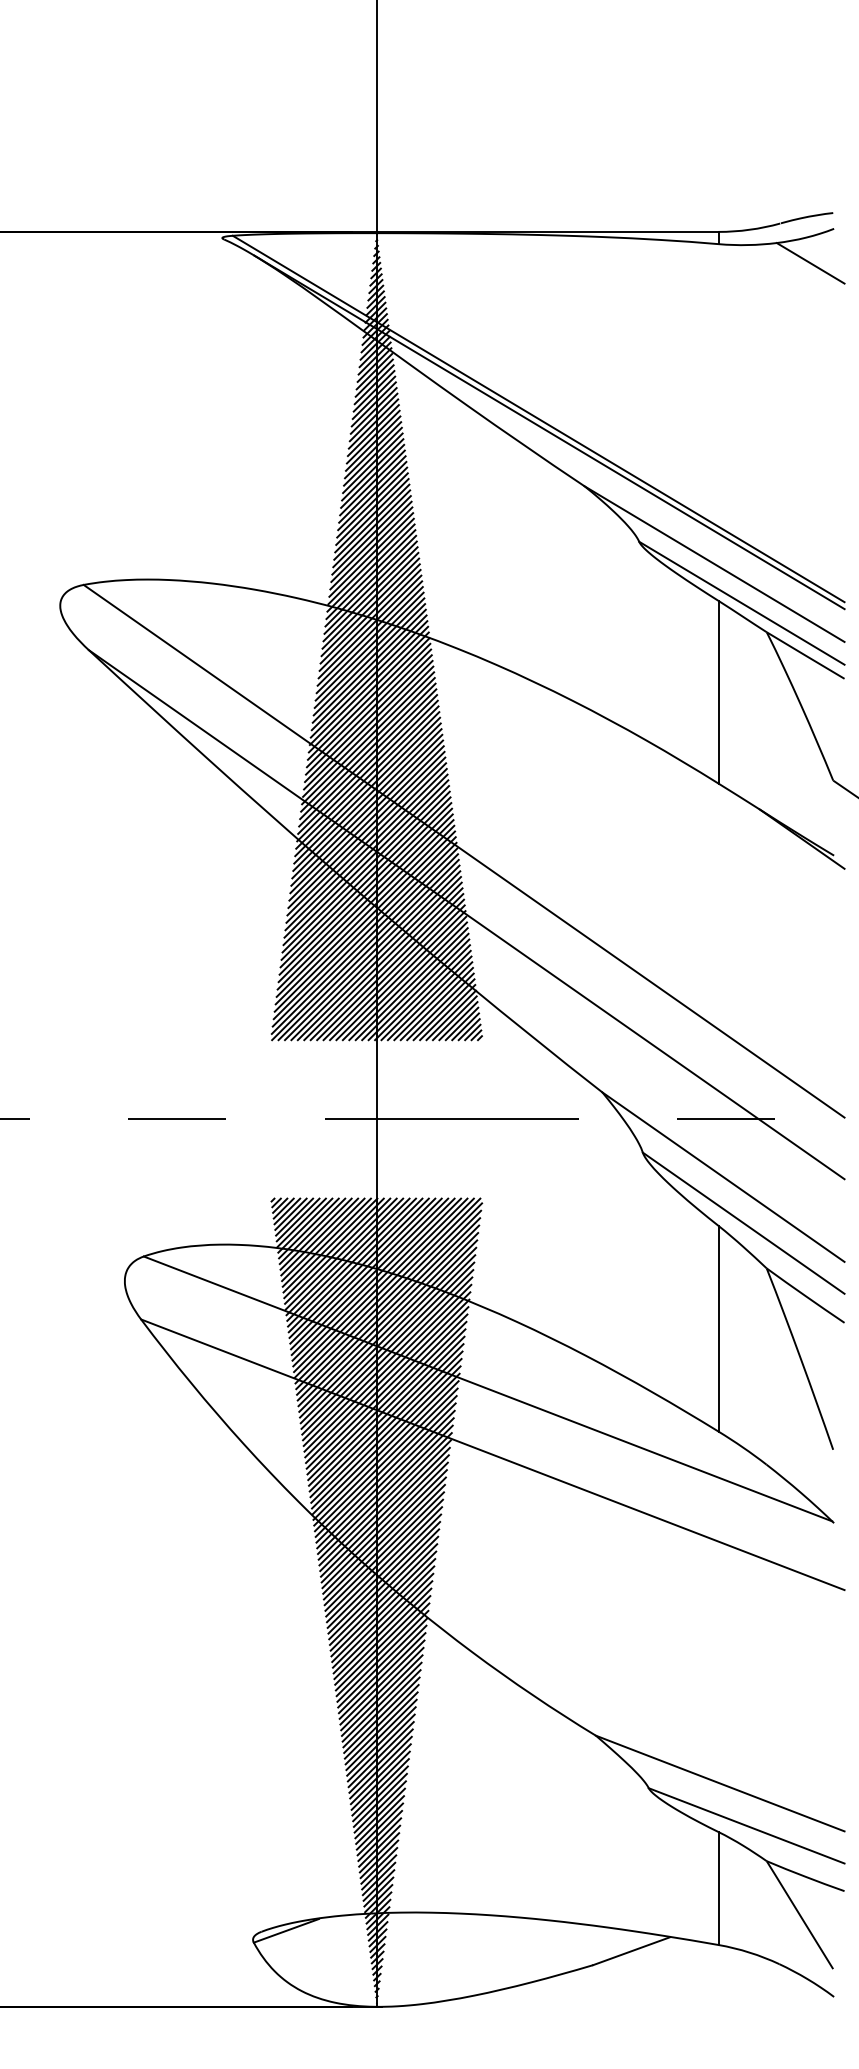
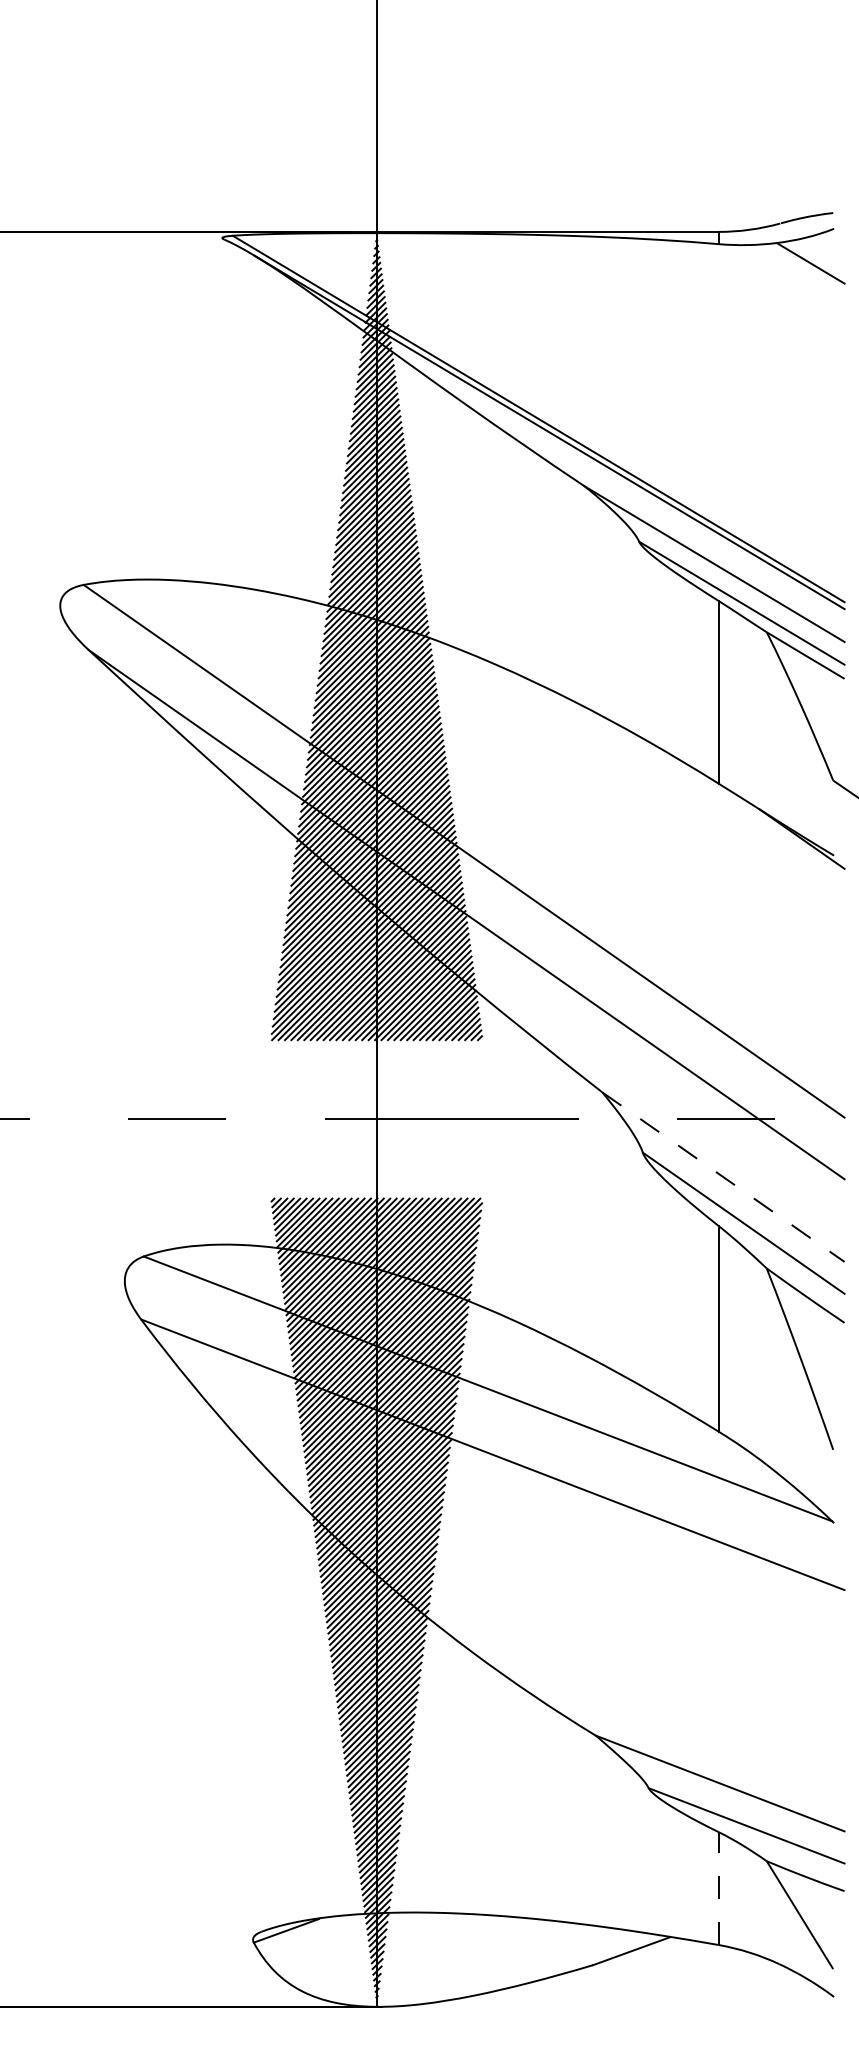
line at (723, 1177): solid -> dashed
line at (718, 1888): solid -> dashed
